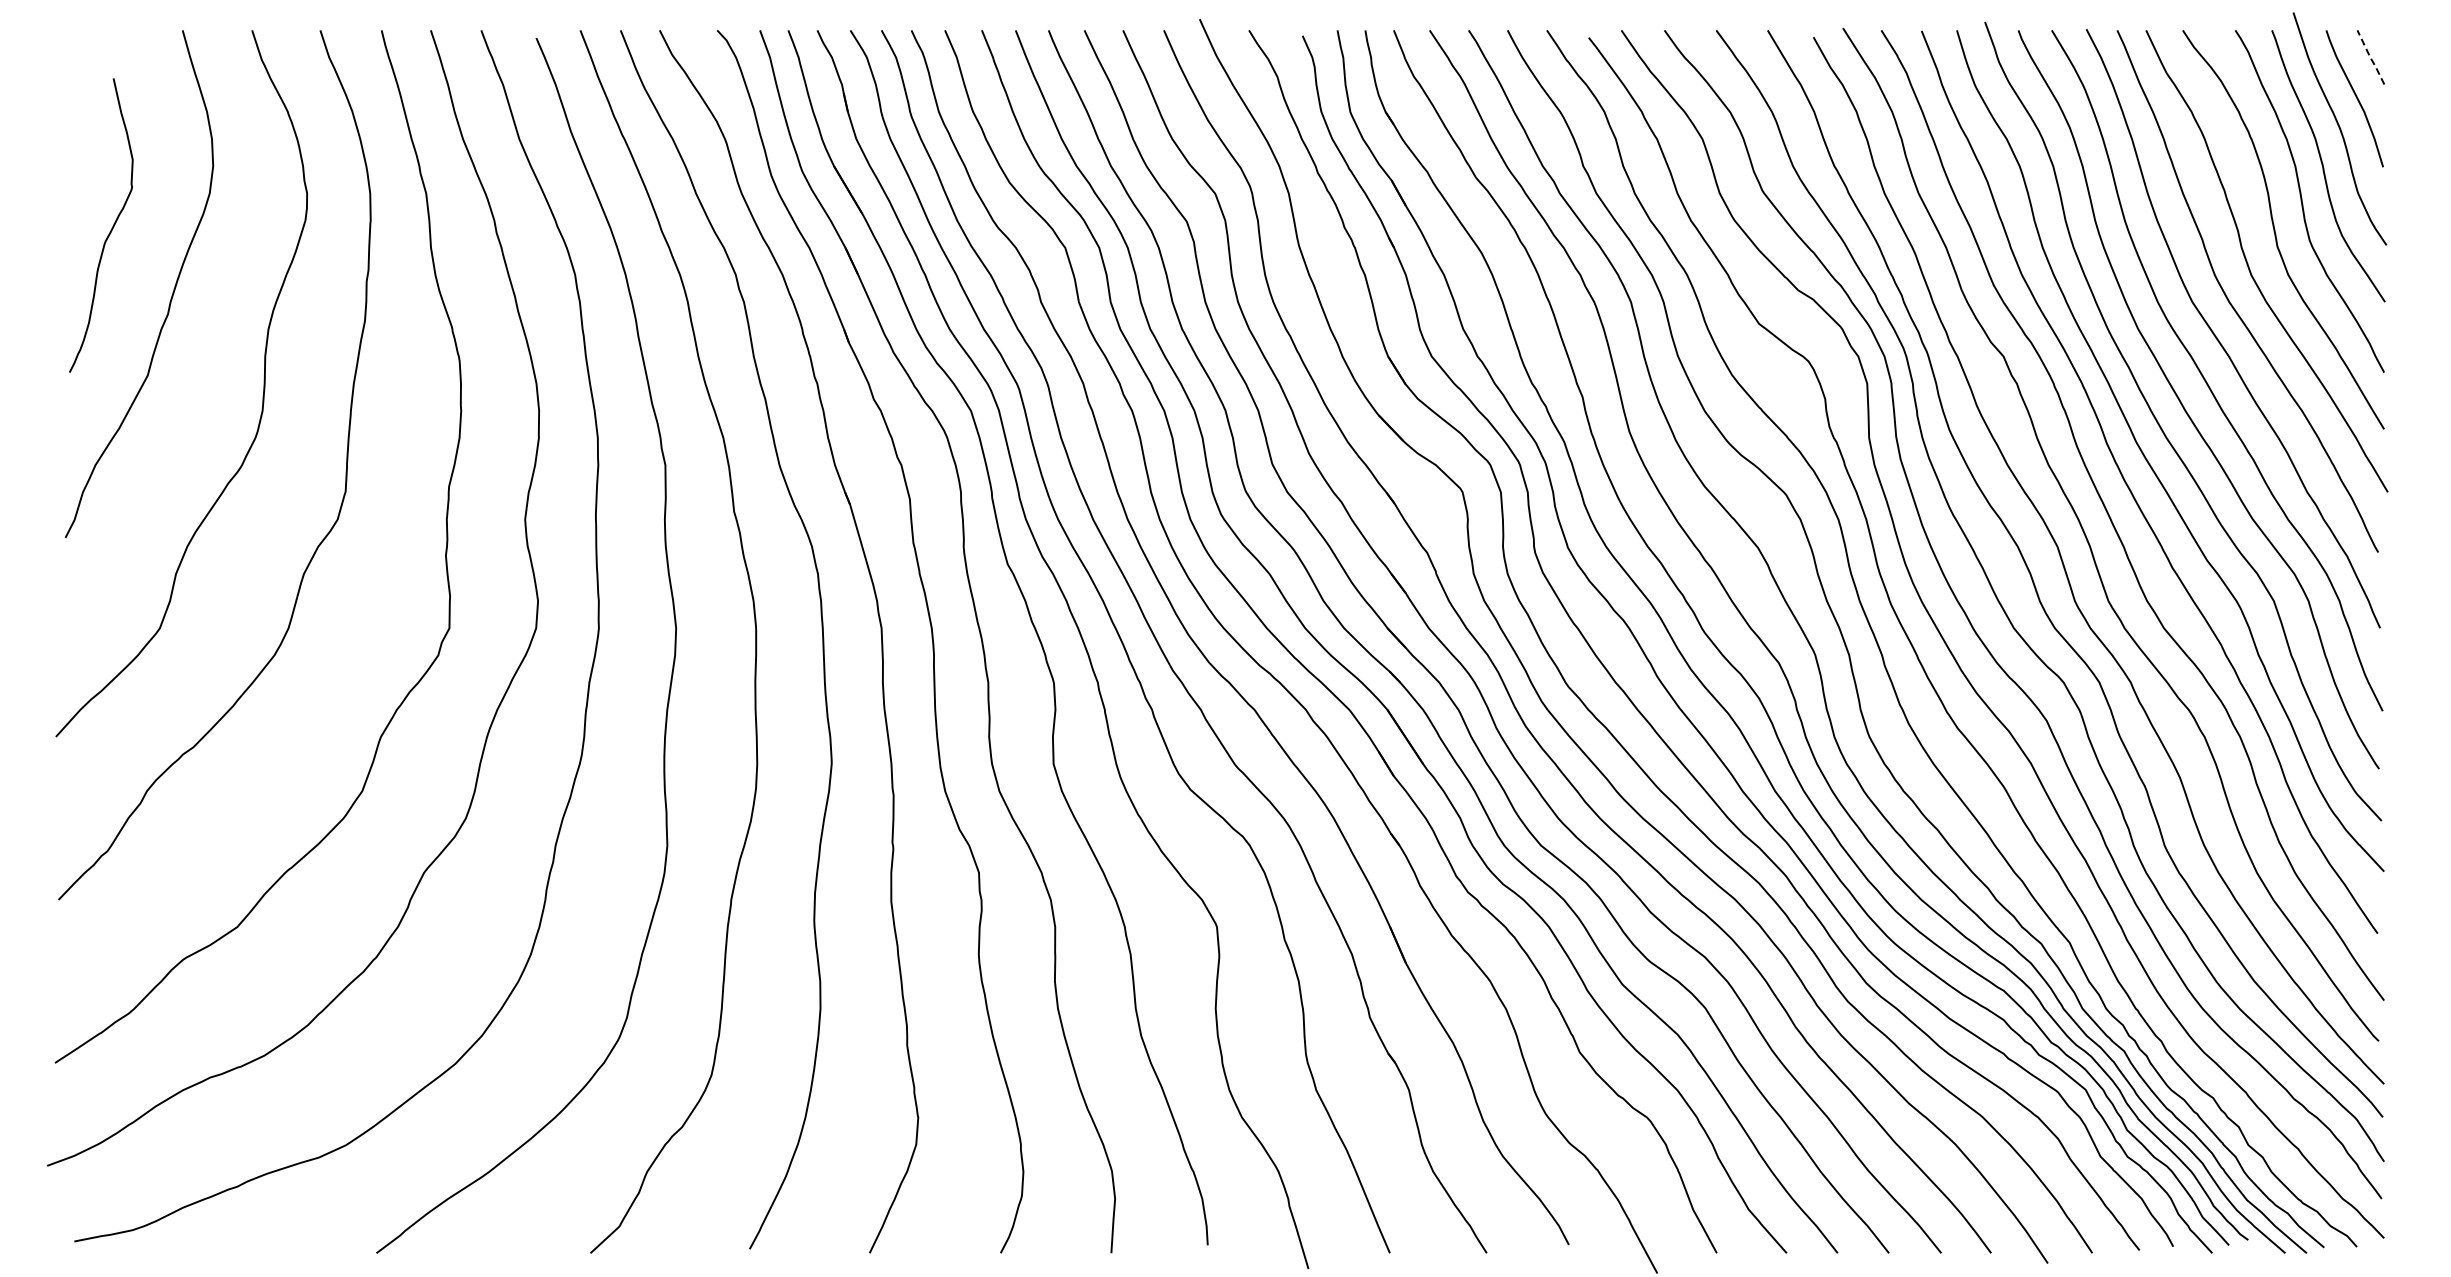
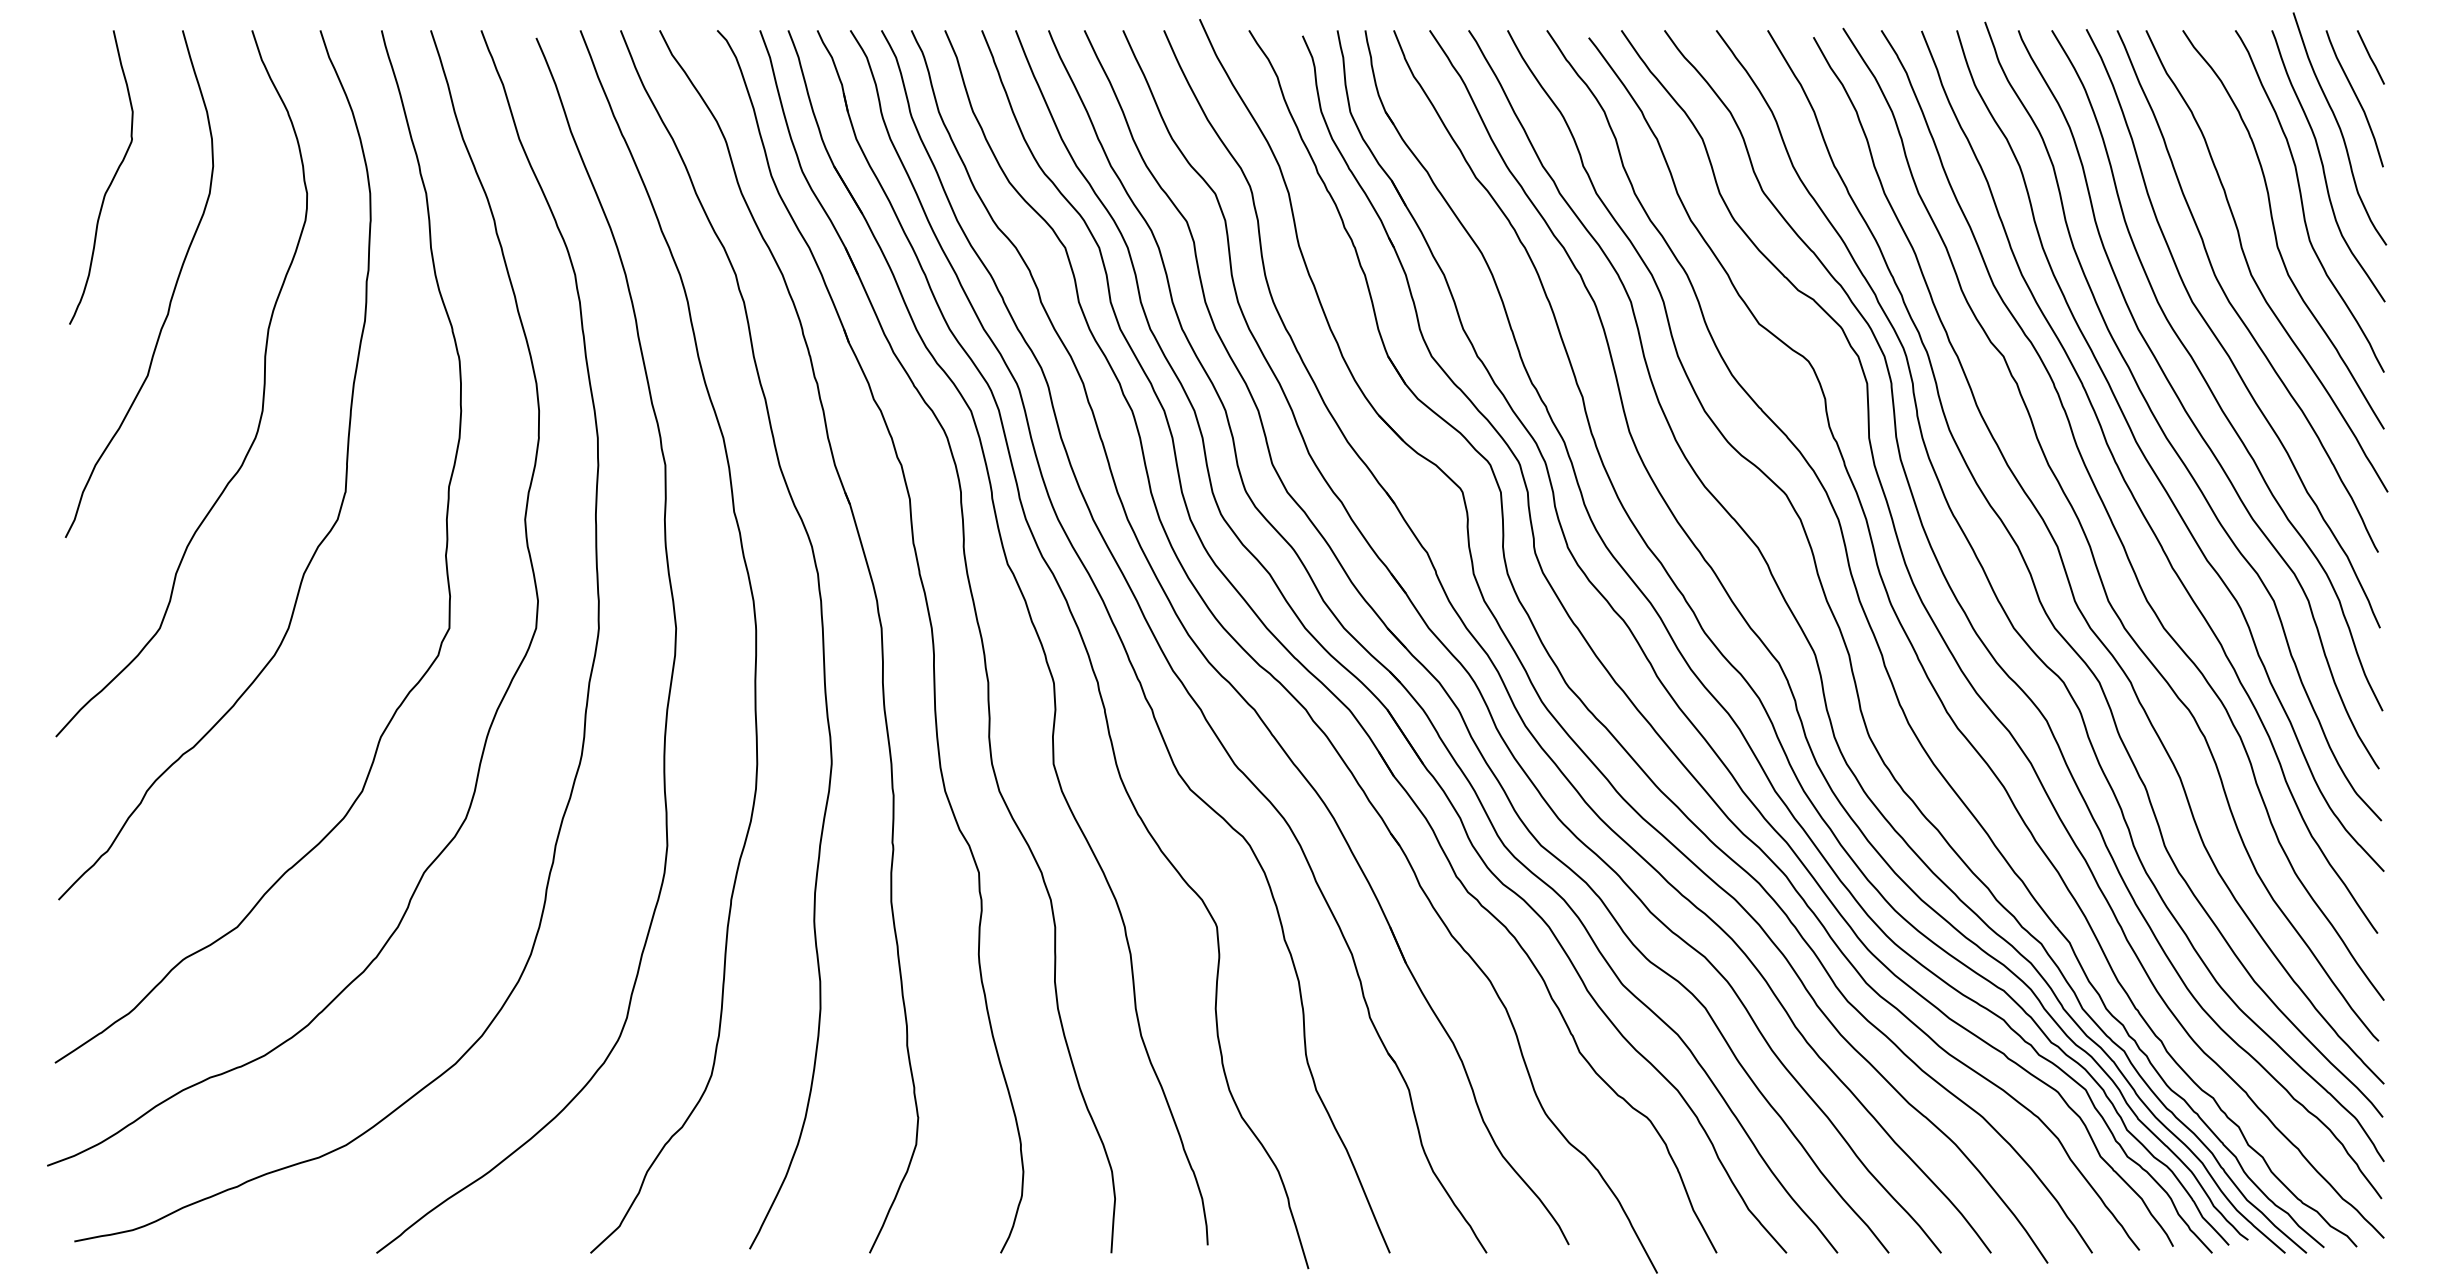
line at (2370, 57): dashed -> solid
curve at (110, 230) position: (110, 230) -> (110, 182)
